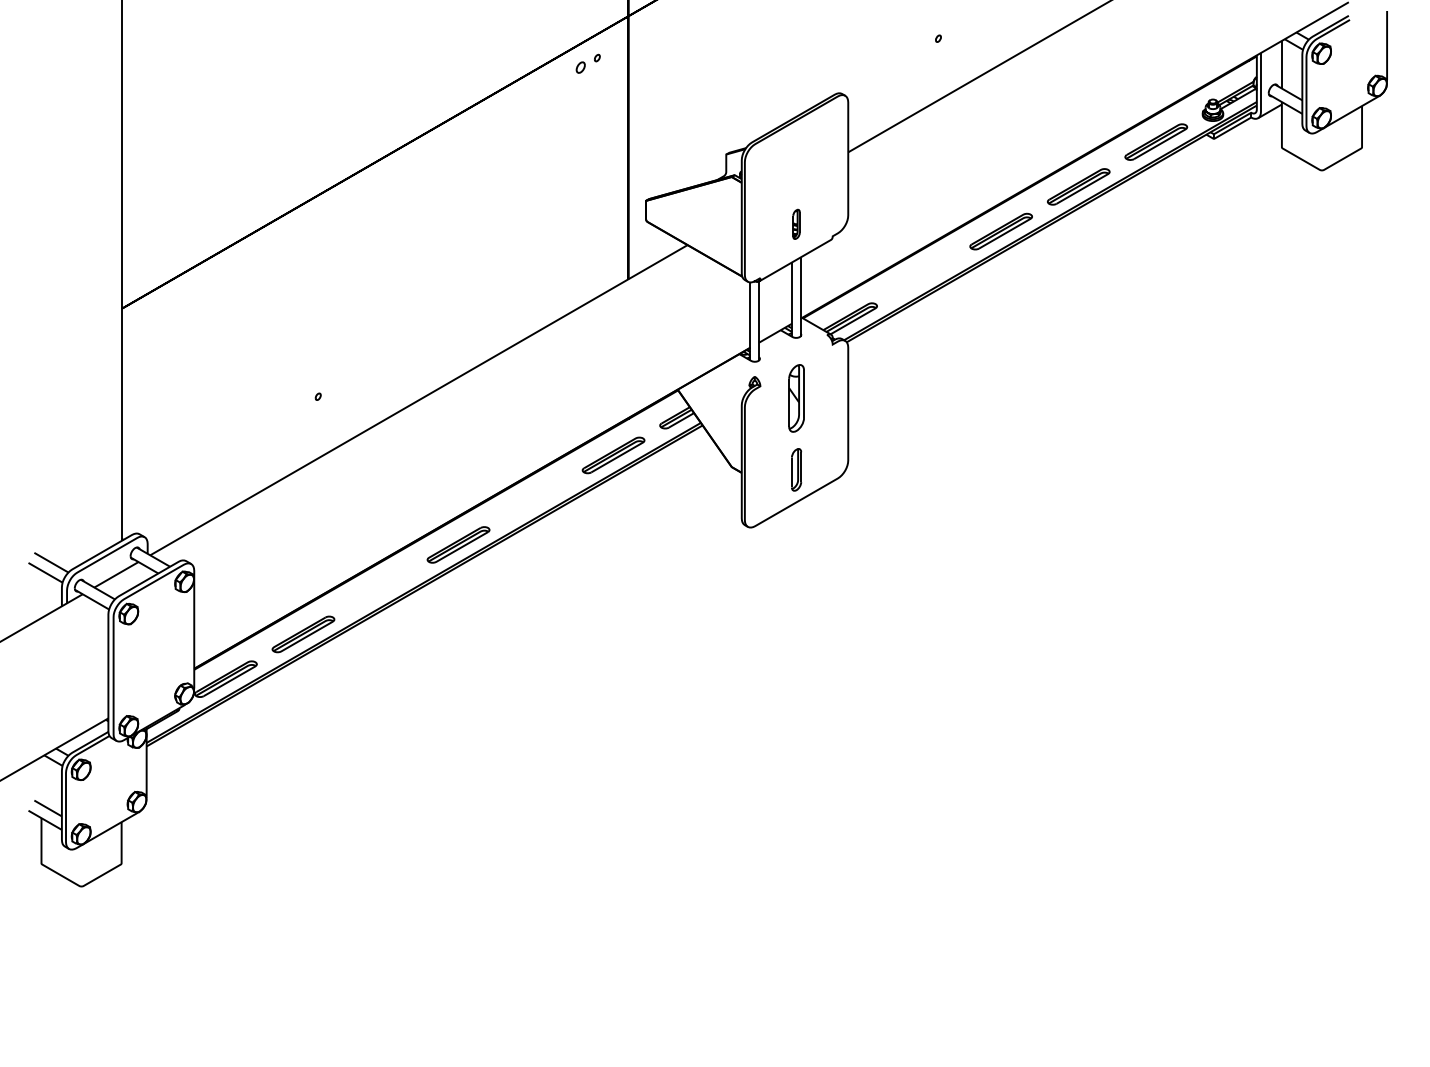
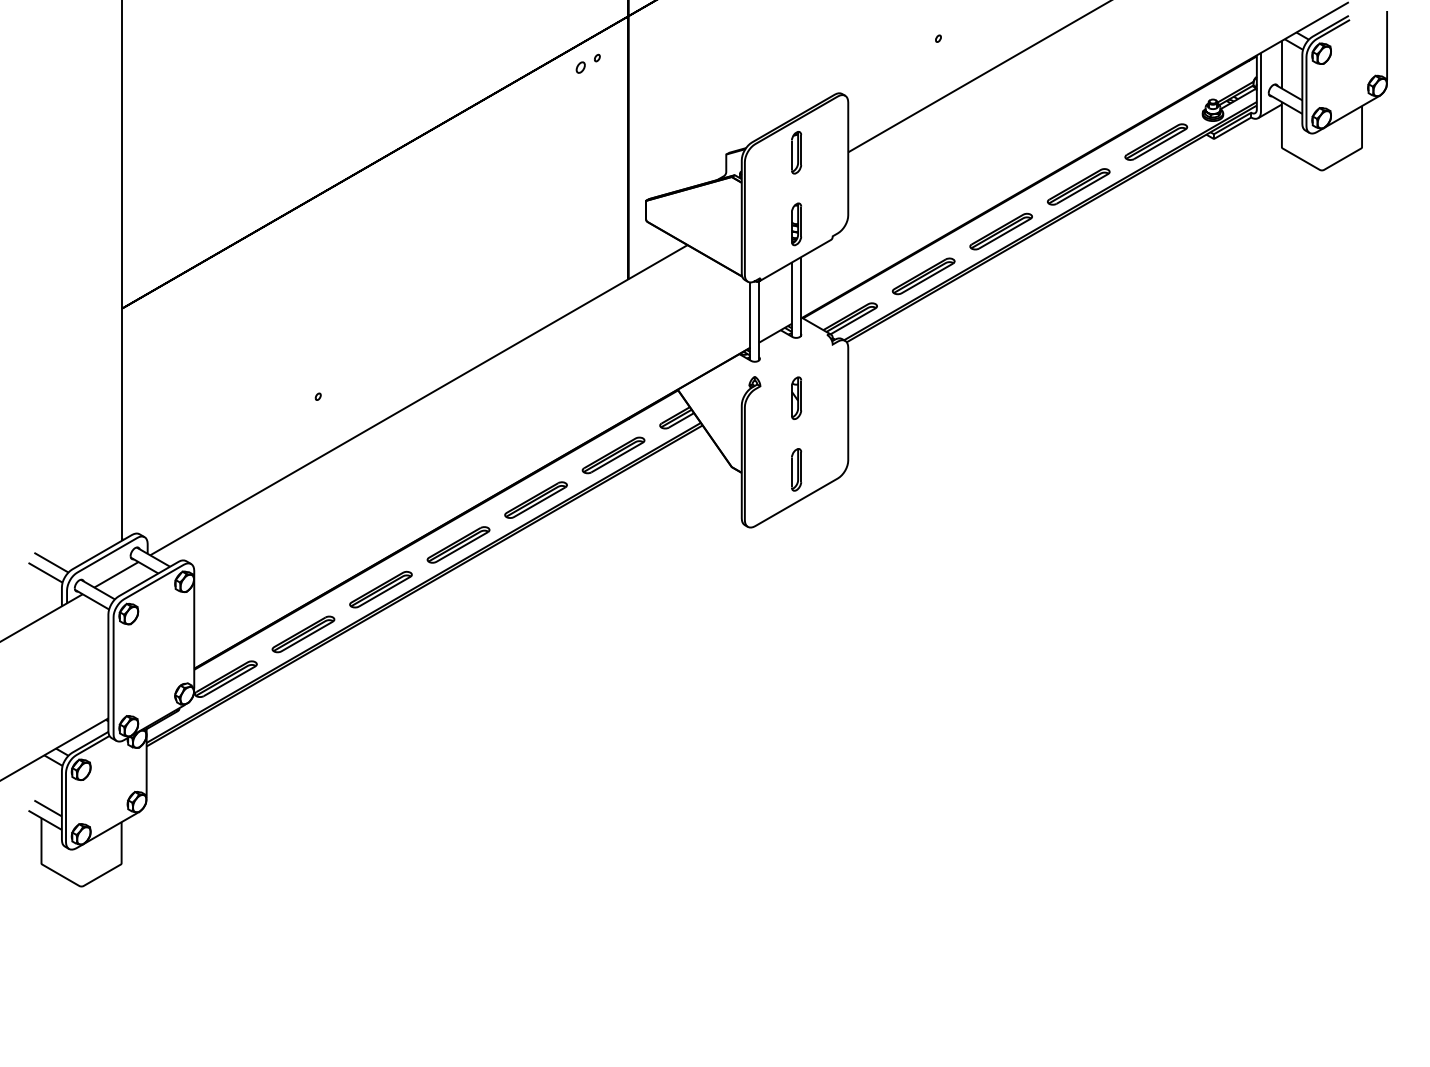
part at (796, 152): none -> present
part at (796, 223) size: 9x32 px -> 11x45 px
part at (923, 276): none -> present
part at (796, 398) size: 17x69 px -> 11x44 px
part at (535, 499): none -> present
part at (380, 589): none -> present
